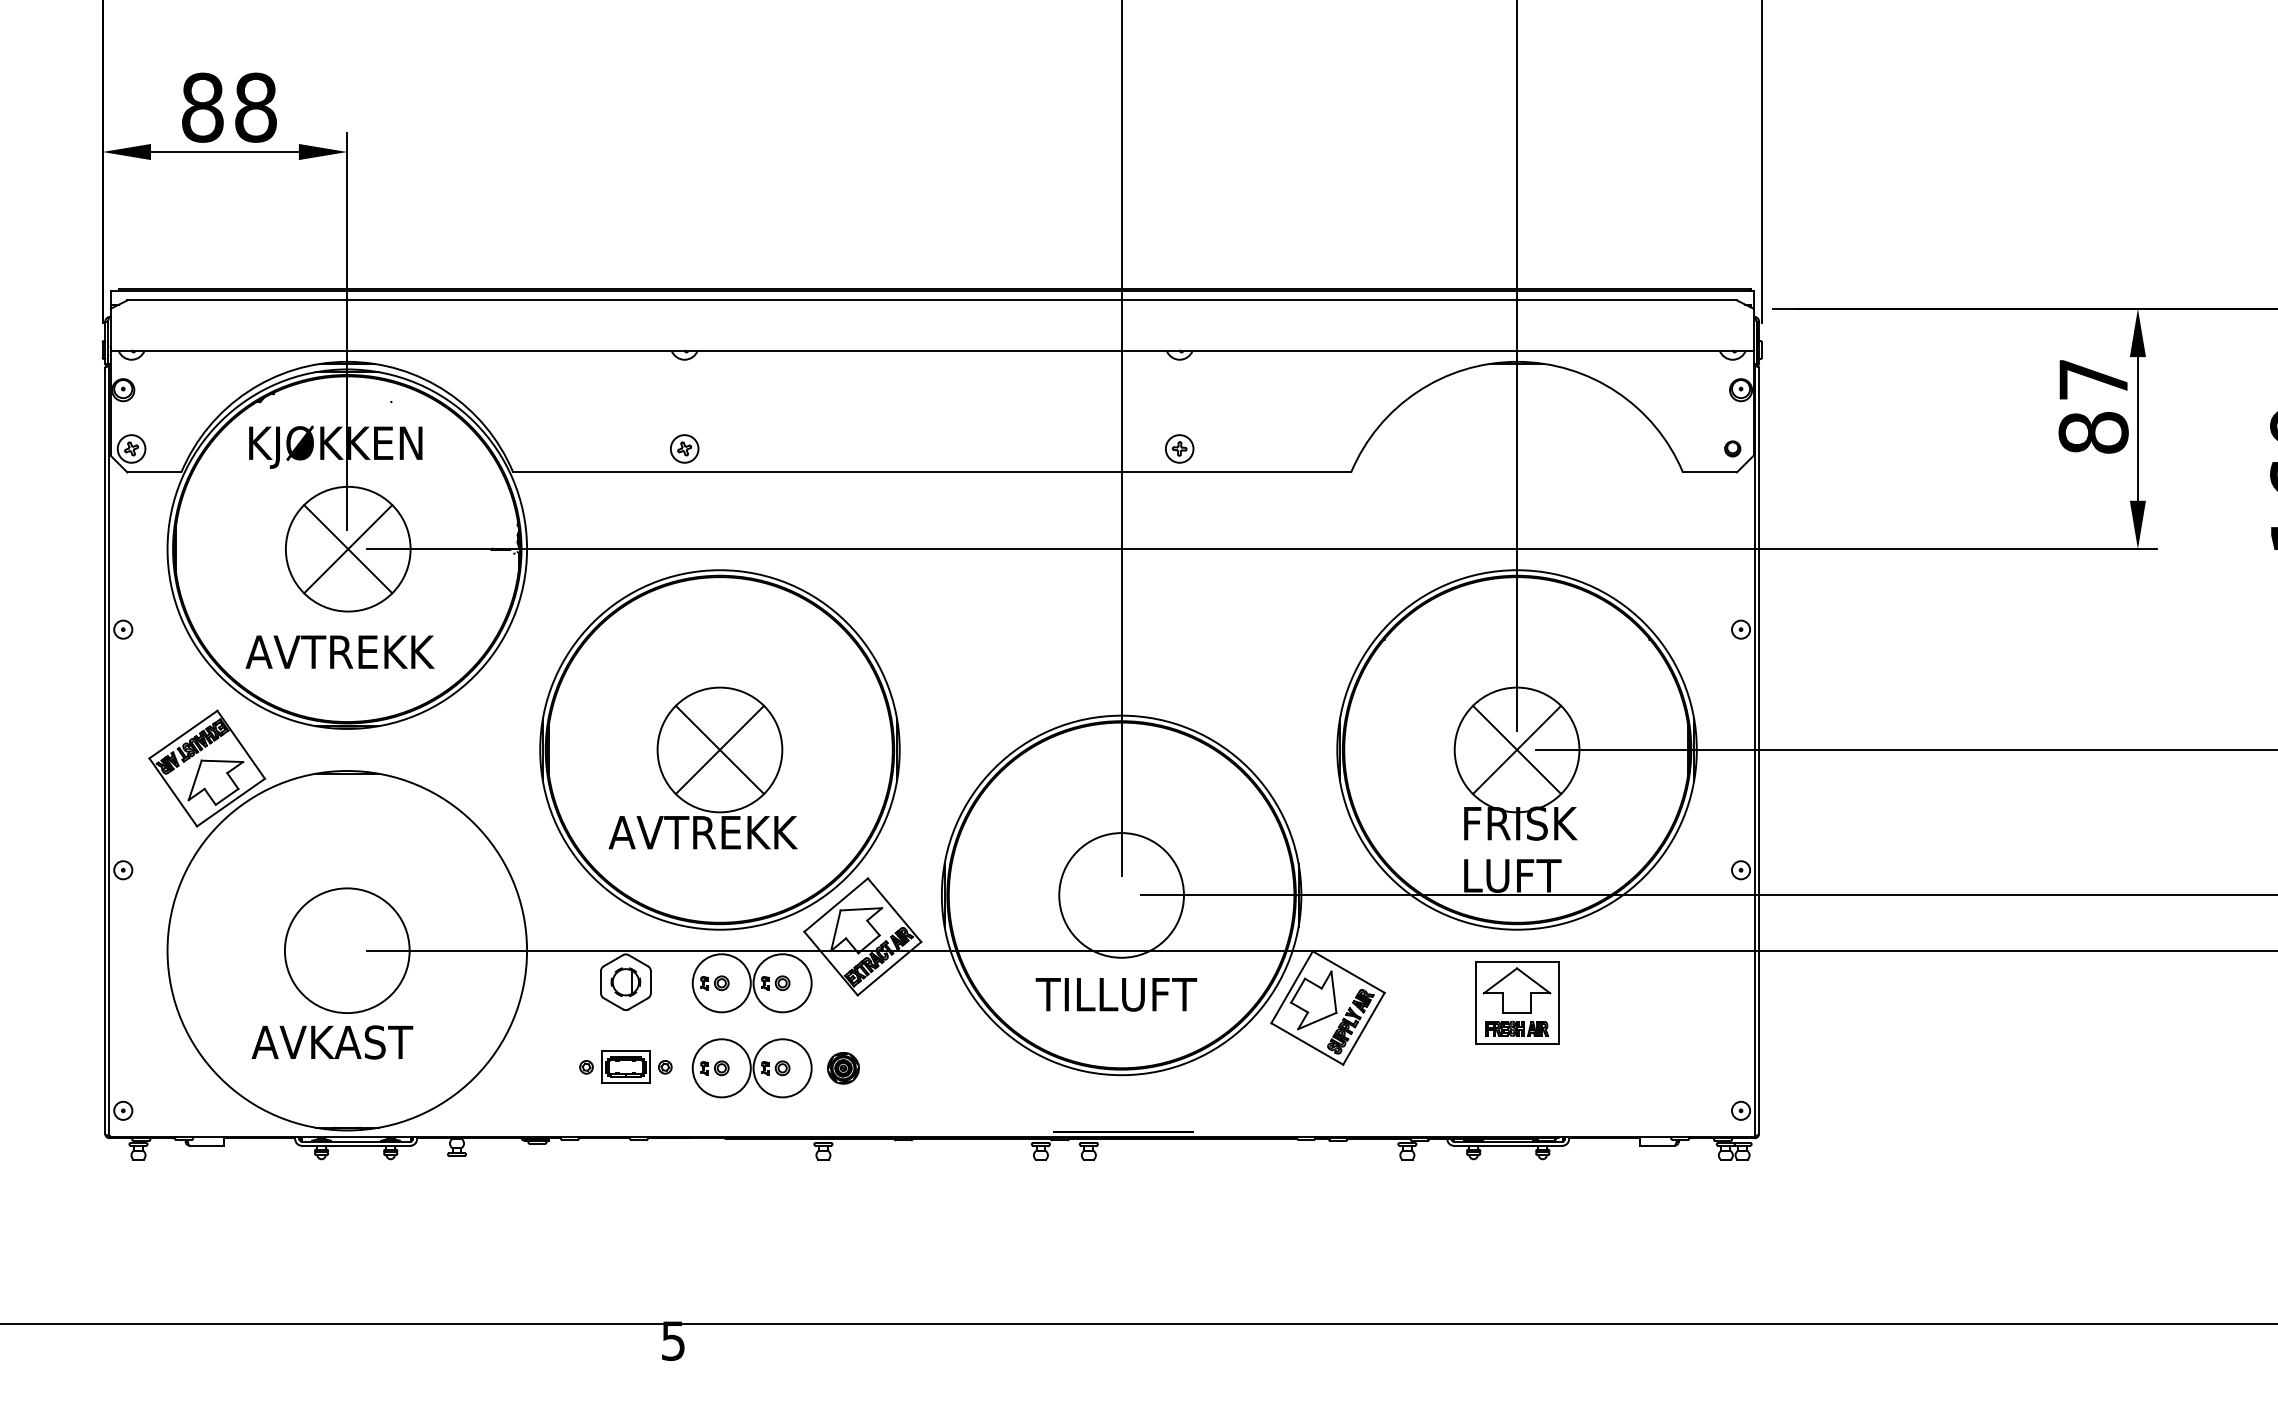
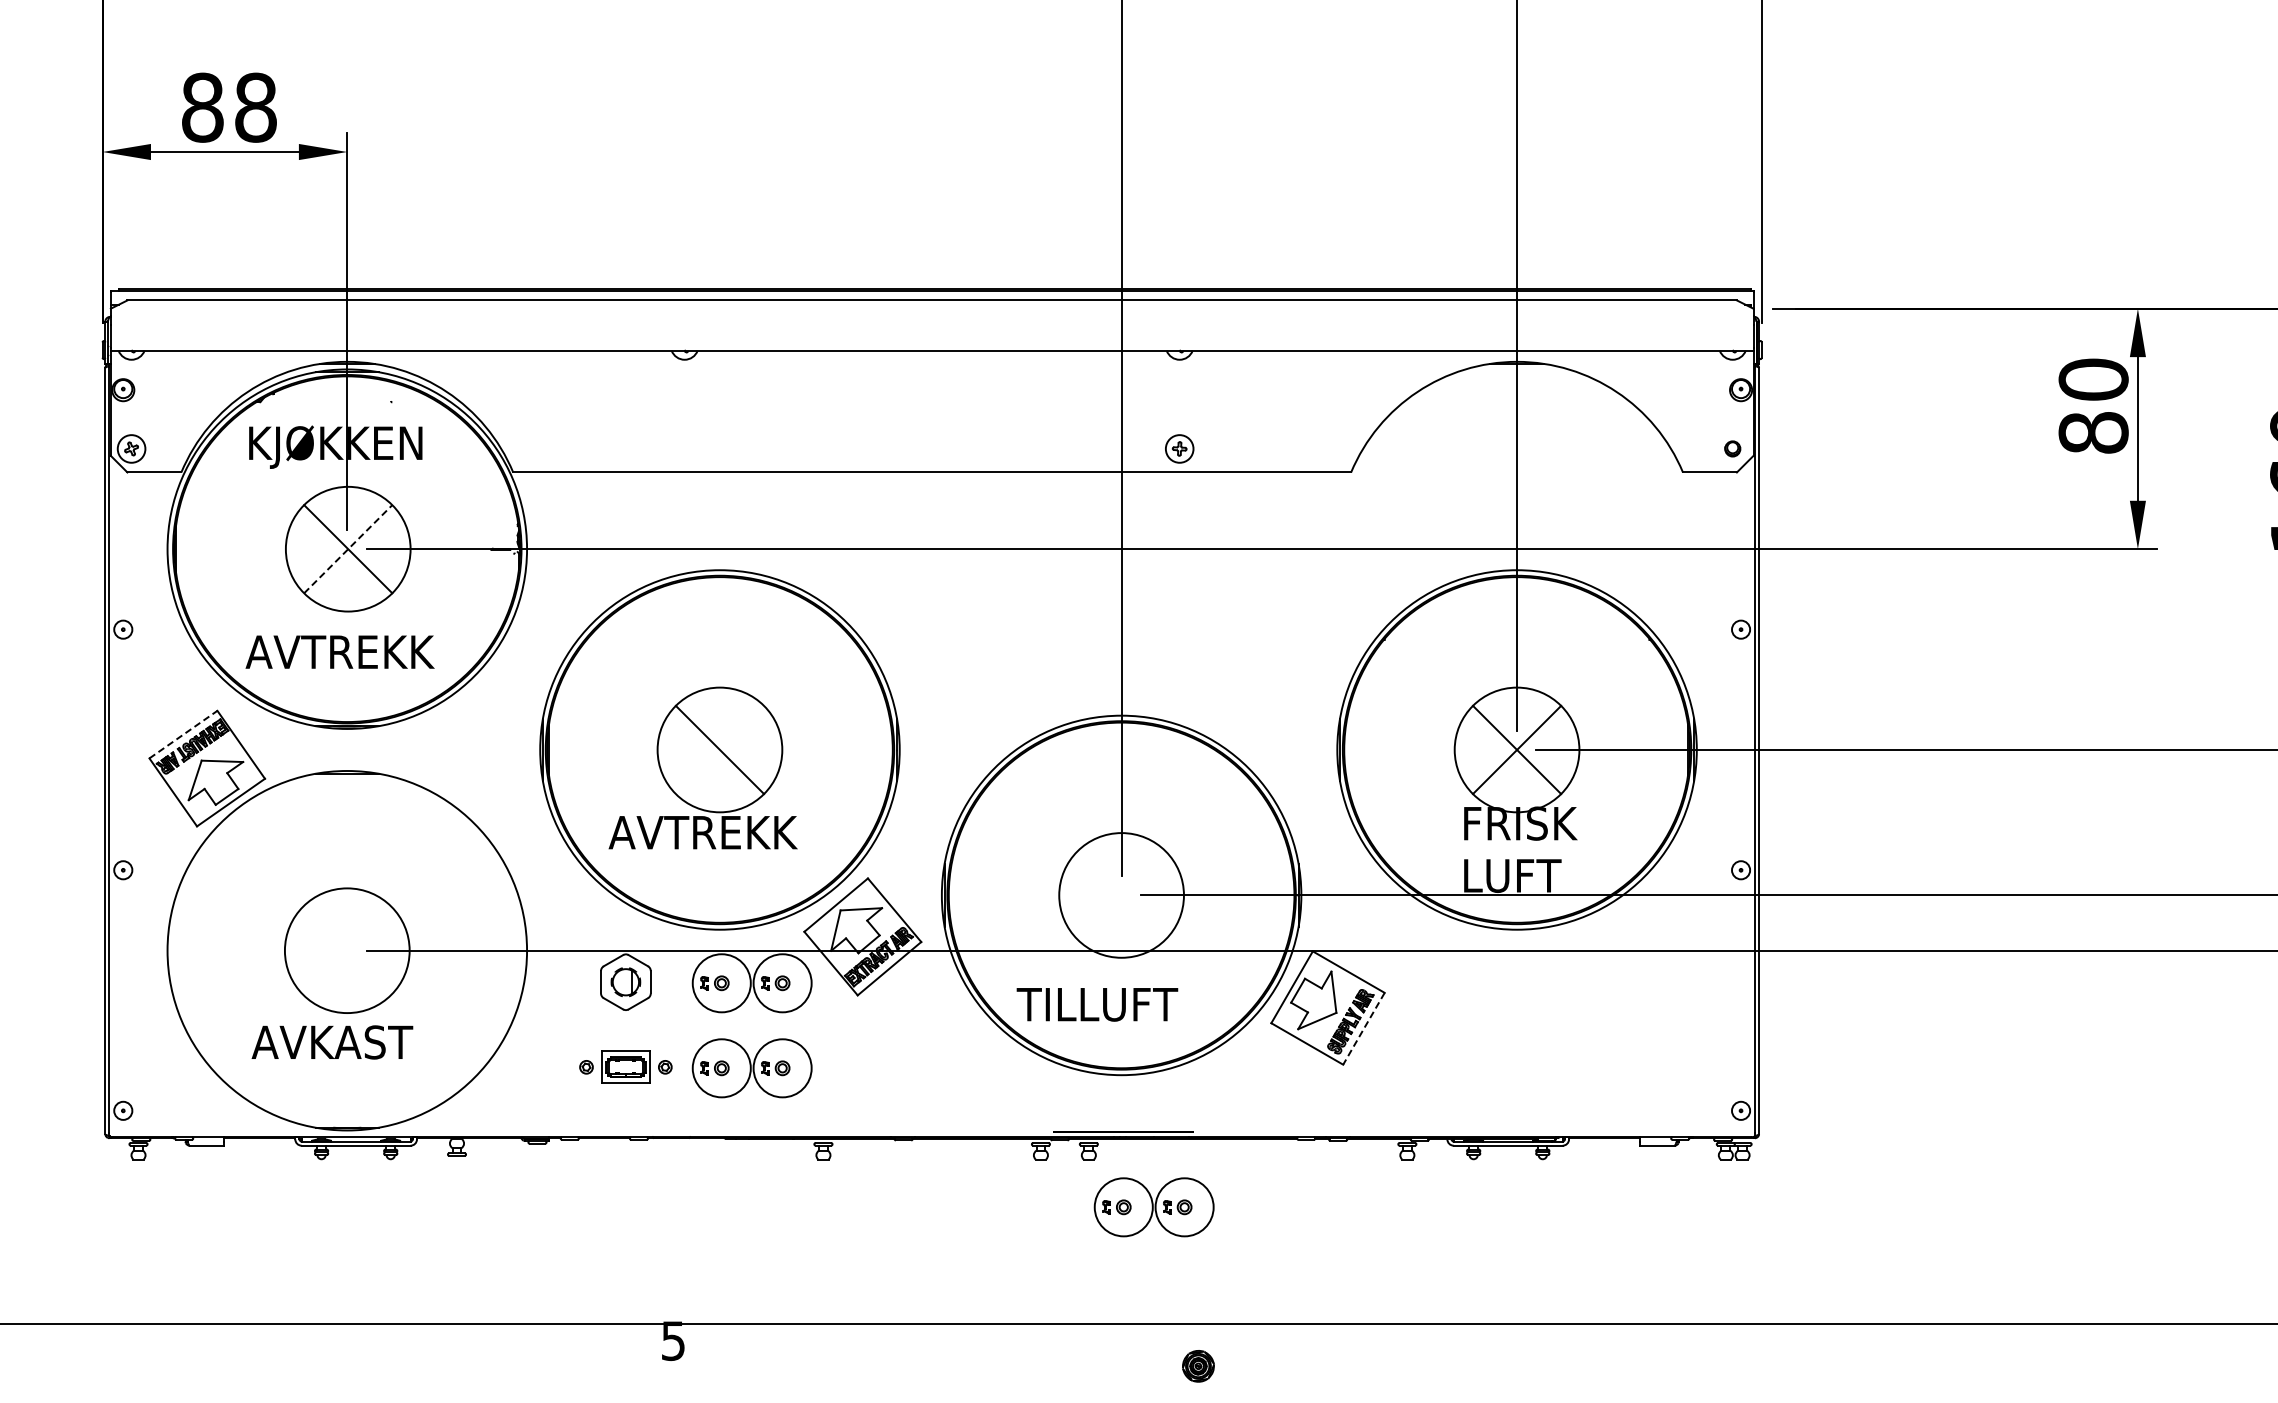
text at (2093, 379): 87 -> 80
part at (684, 448): present -> none
line at (348, 548): solid -> dashed
line at (183, 734): solid -> dashed
line at (719, 749): present -> none
text at (1116, 994) position: (1116, 994) -> (1097, 1004)
part at (1517, 1002): present -> none
line at (1363, 1029): solid -> dashed
part at (843, 1068) position: (843, 1068) -> (1198, 1366)
part at (1153, 1207): none -> present
